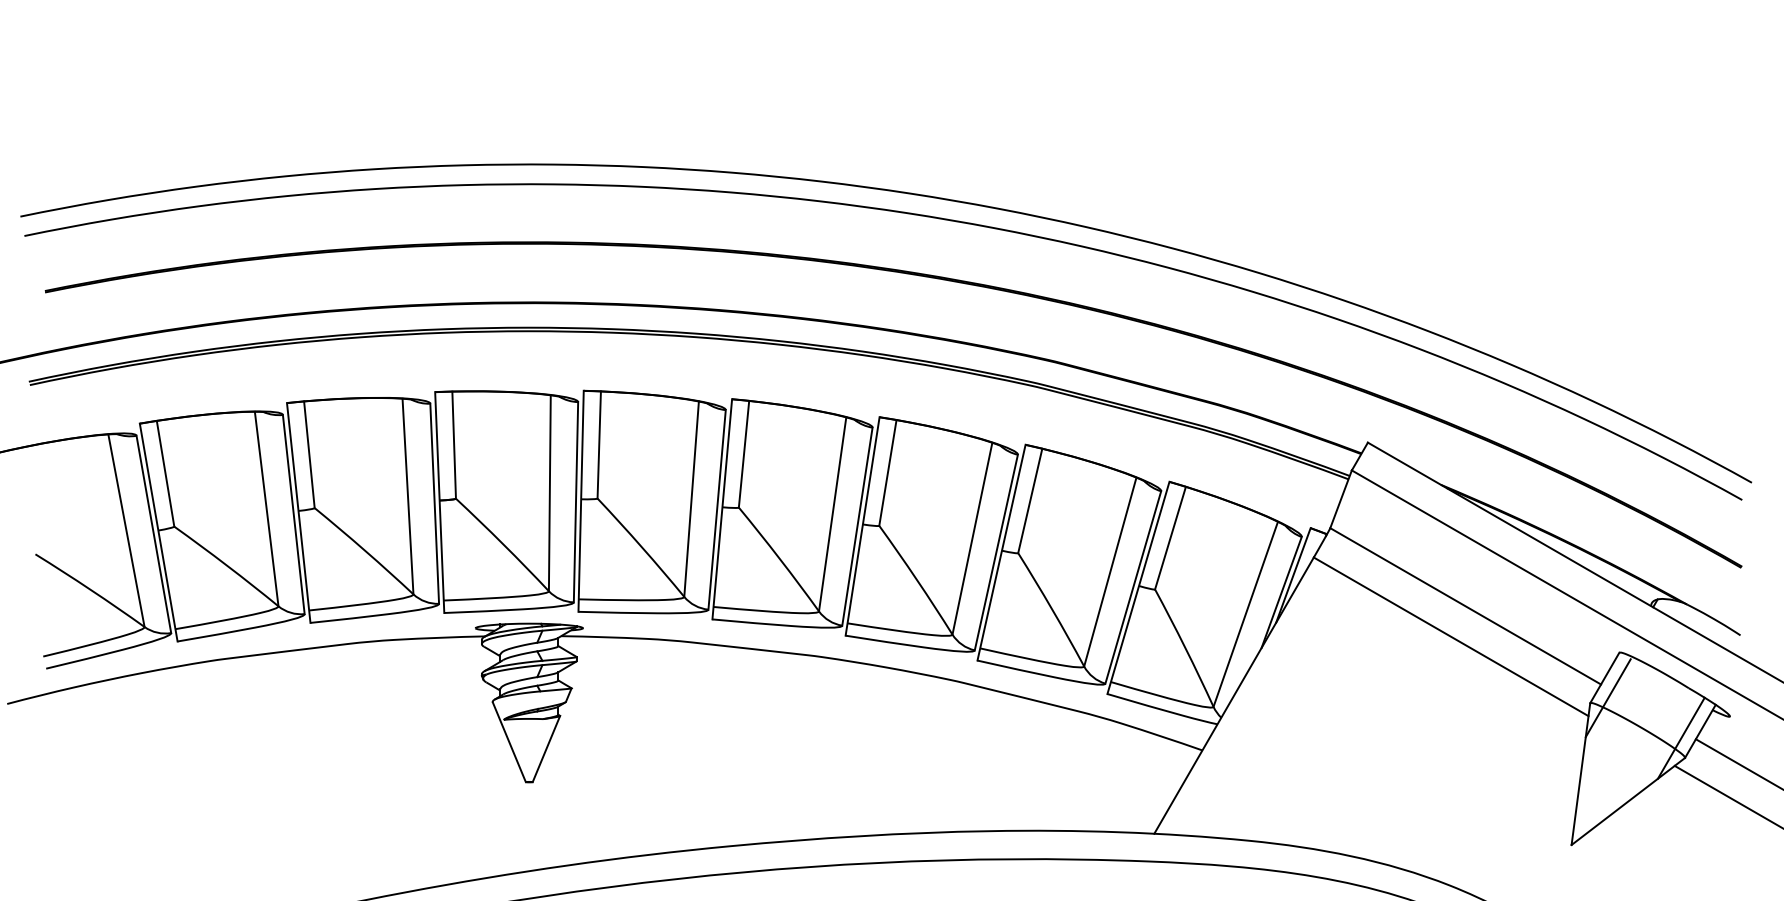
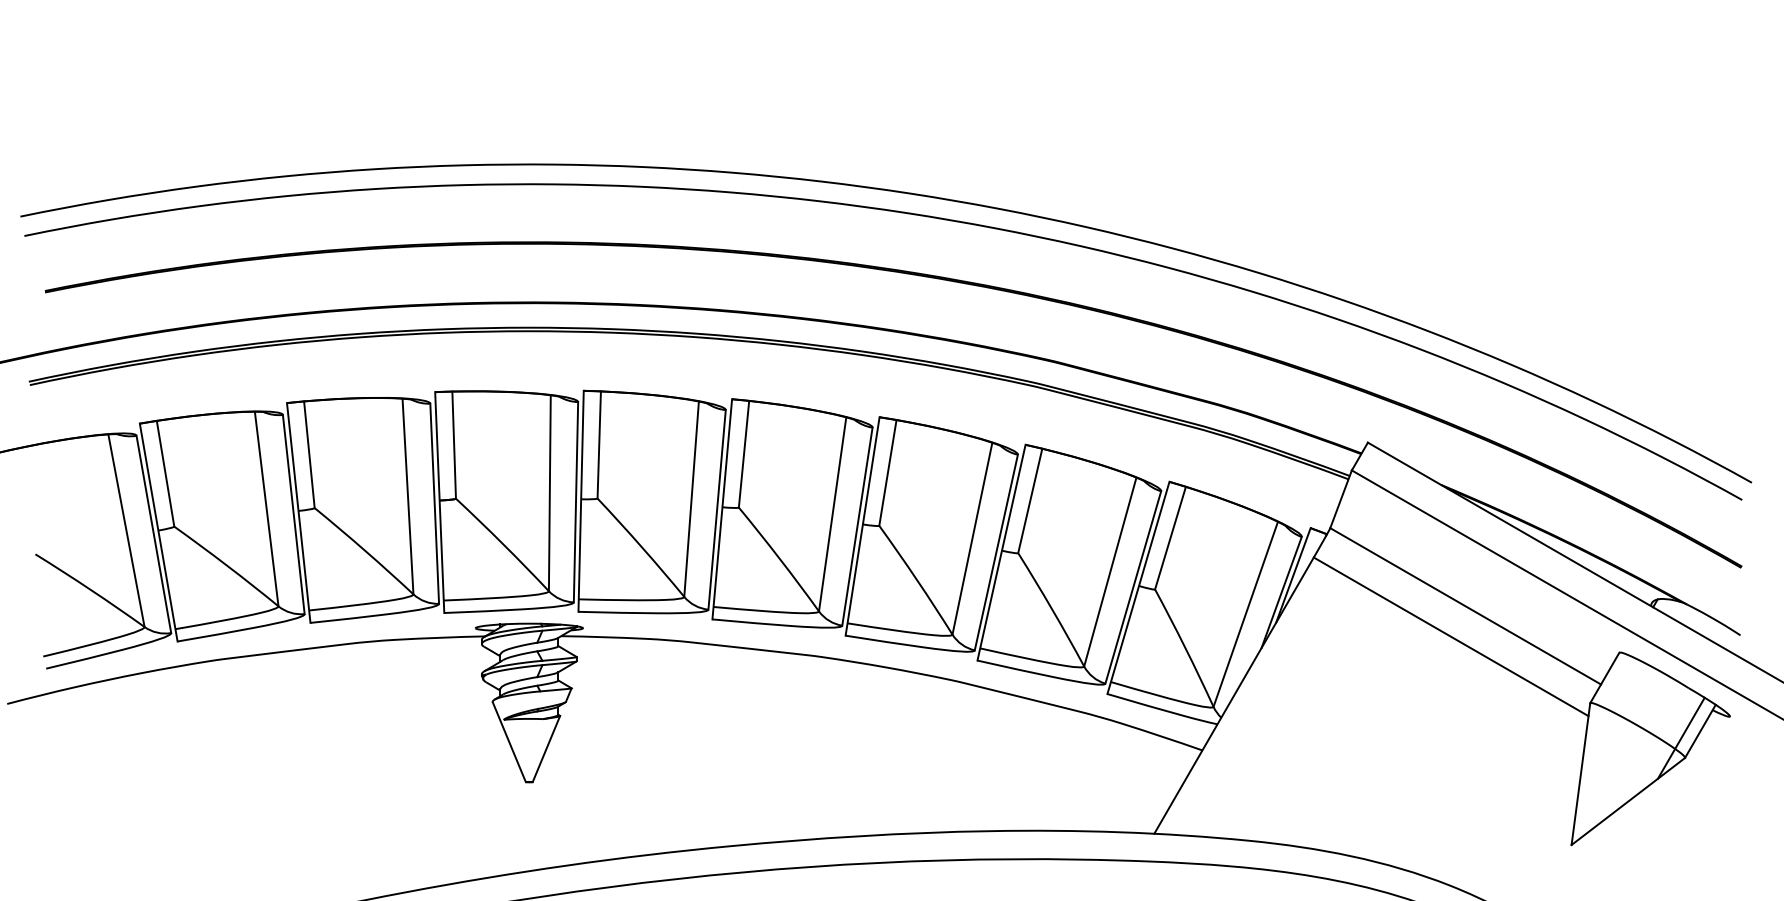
line at (1607, 698): present -> none
line at (1737, 763): present -> none
line at (1727, 795): present -> none
